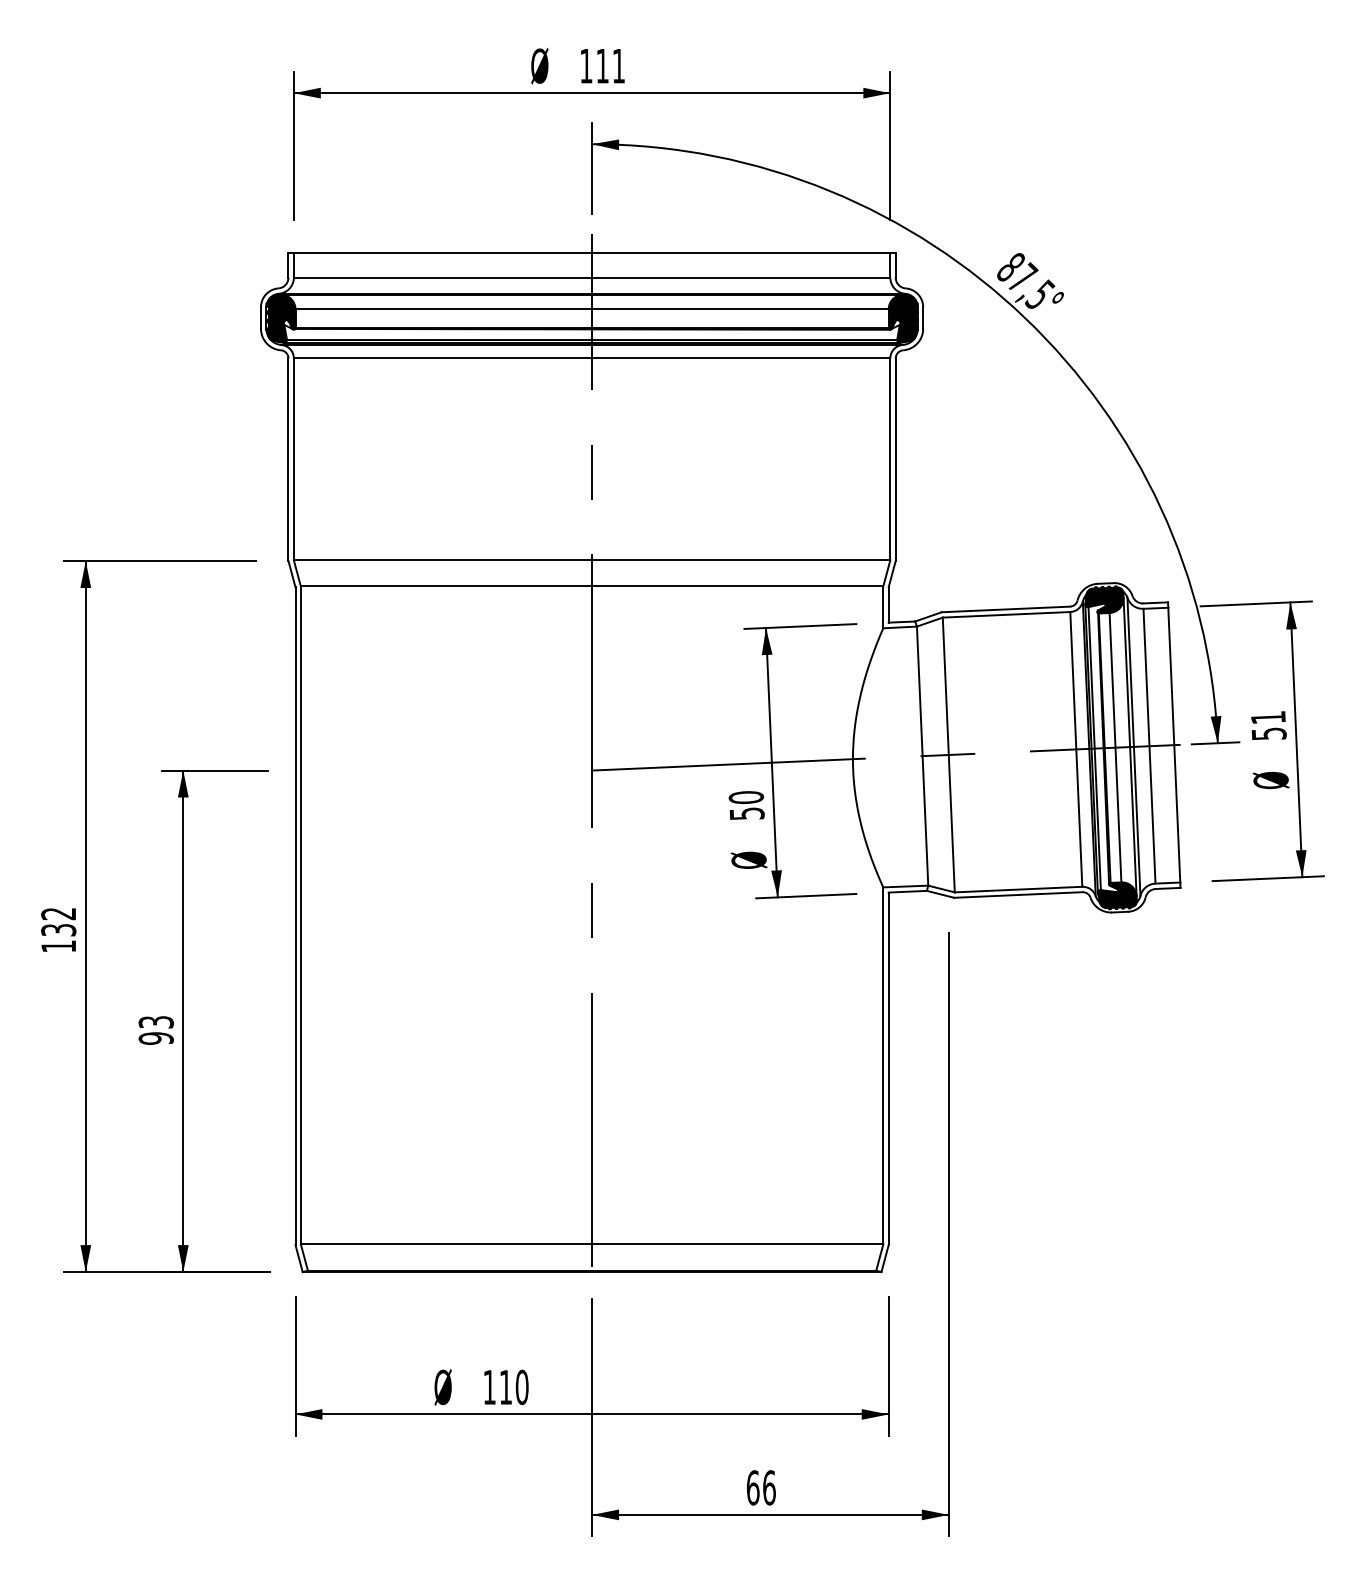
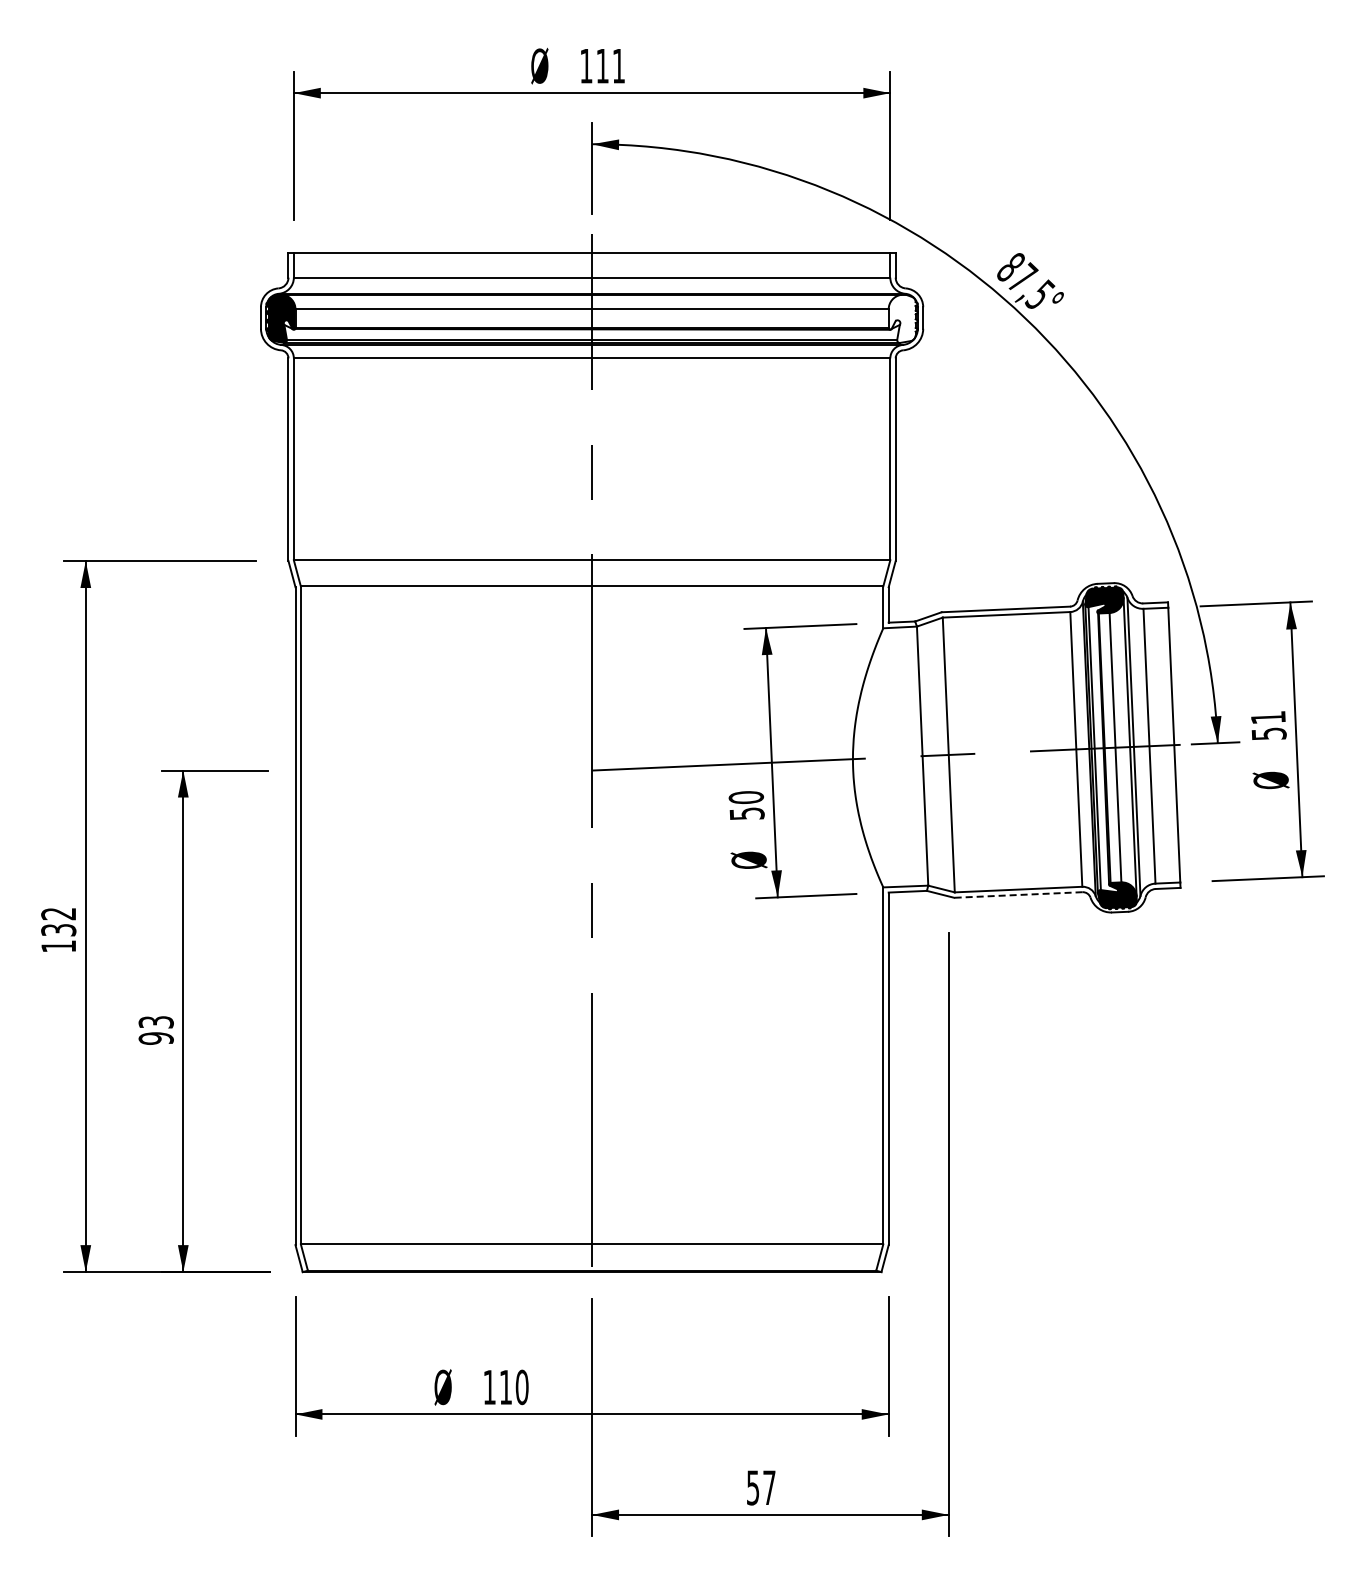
fill at (902, 318): present -> none
line at (1017, 895): solid -> dashed
text at (760, 1487): 66 -> 57
